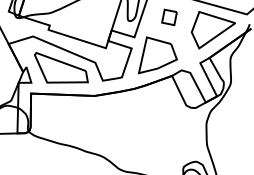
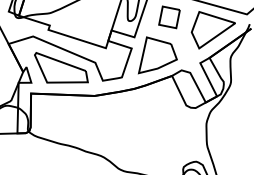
part at (169, 17) size: 17x19 px -> 23x25 px
